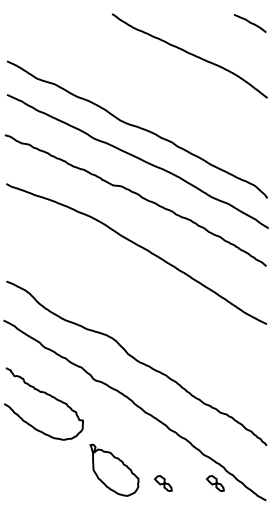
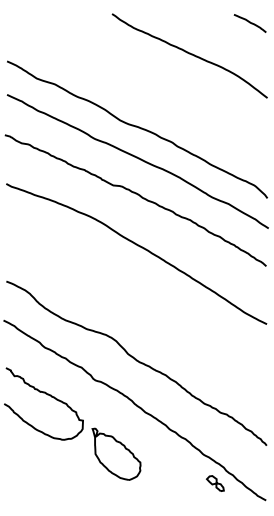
part at (114, 469) position: (114, 469) -> (116, 453)
part at (162, 483): present -> none
